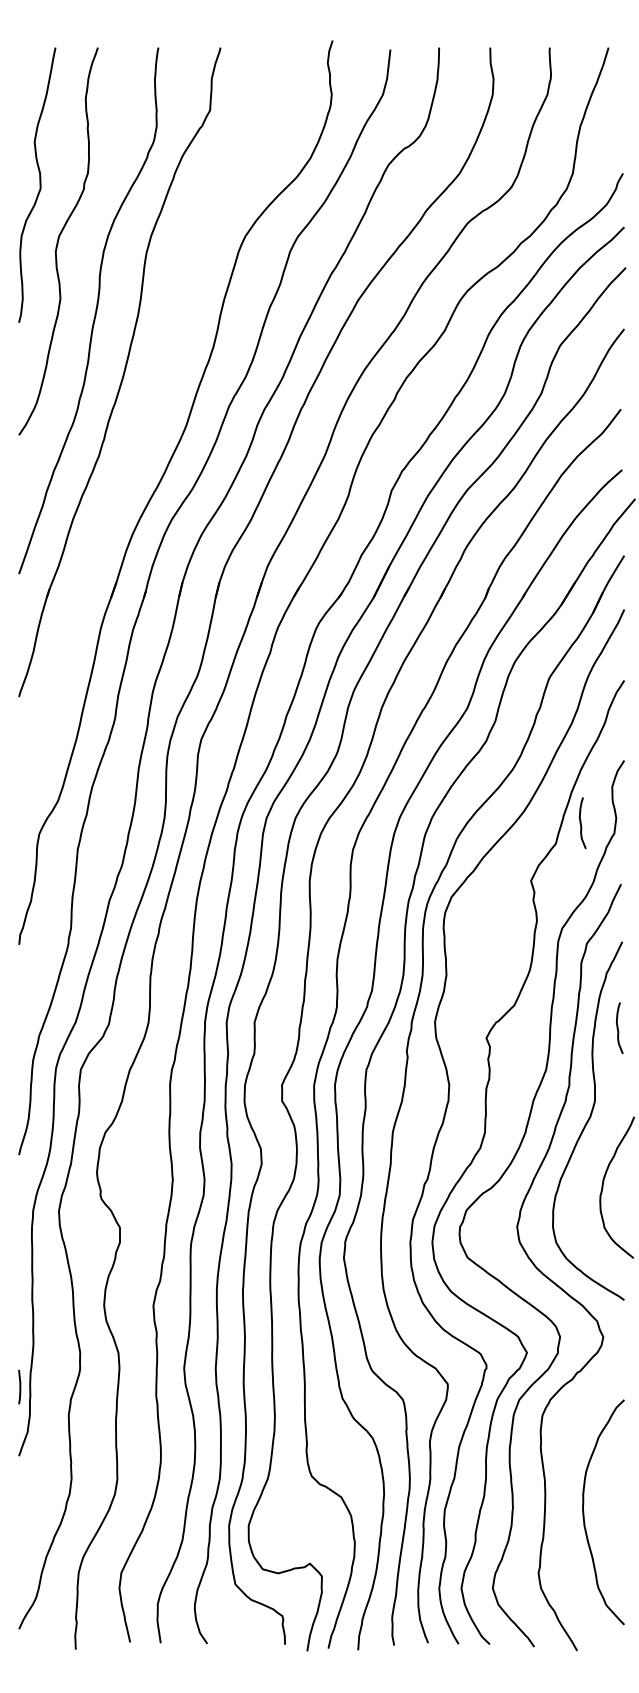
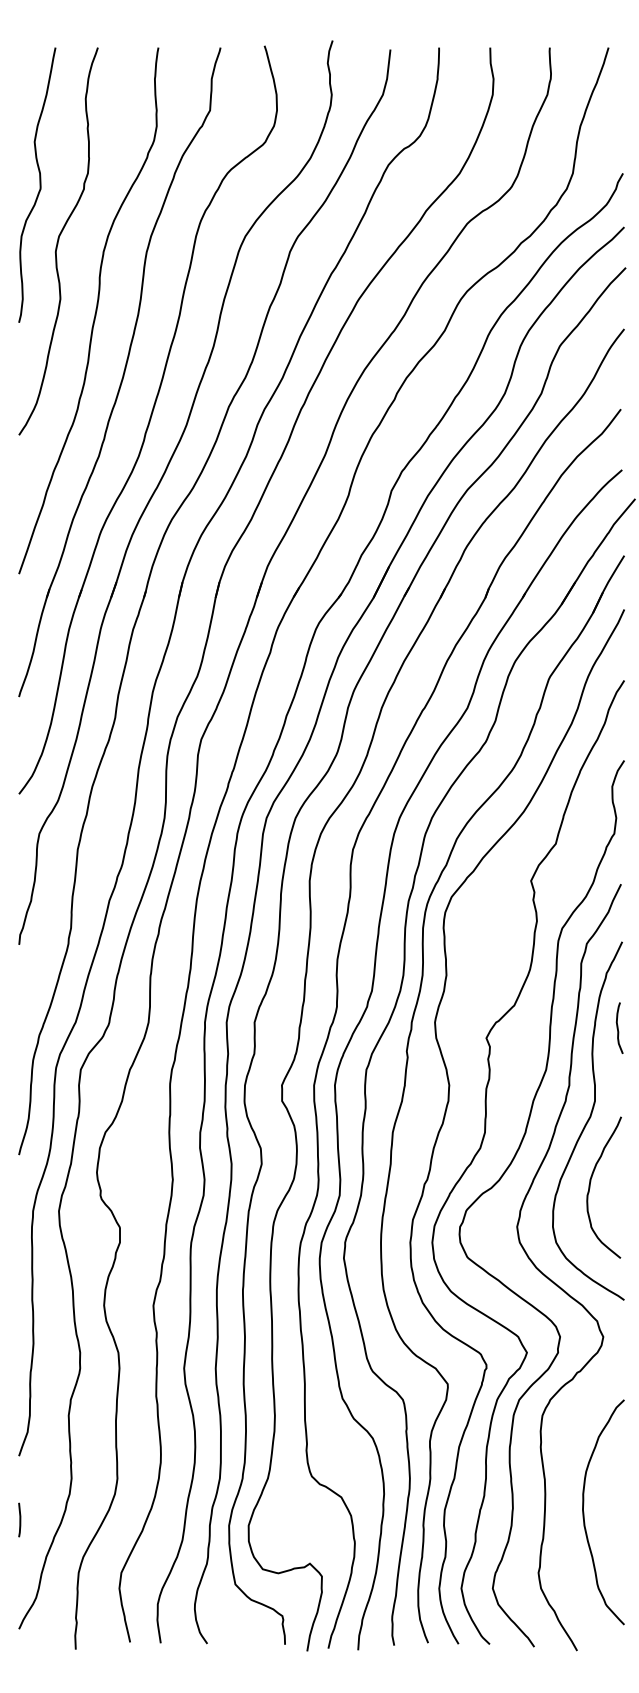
part at (147, 419): none -> present
curve at (581, 822): present -> none
curve at (603, 1187) position: (603, 1187) -> (590, 1187)
line at (19, 1386) position: (19, 1386) -> (19, 1519)
